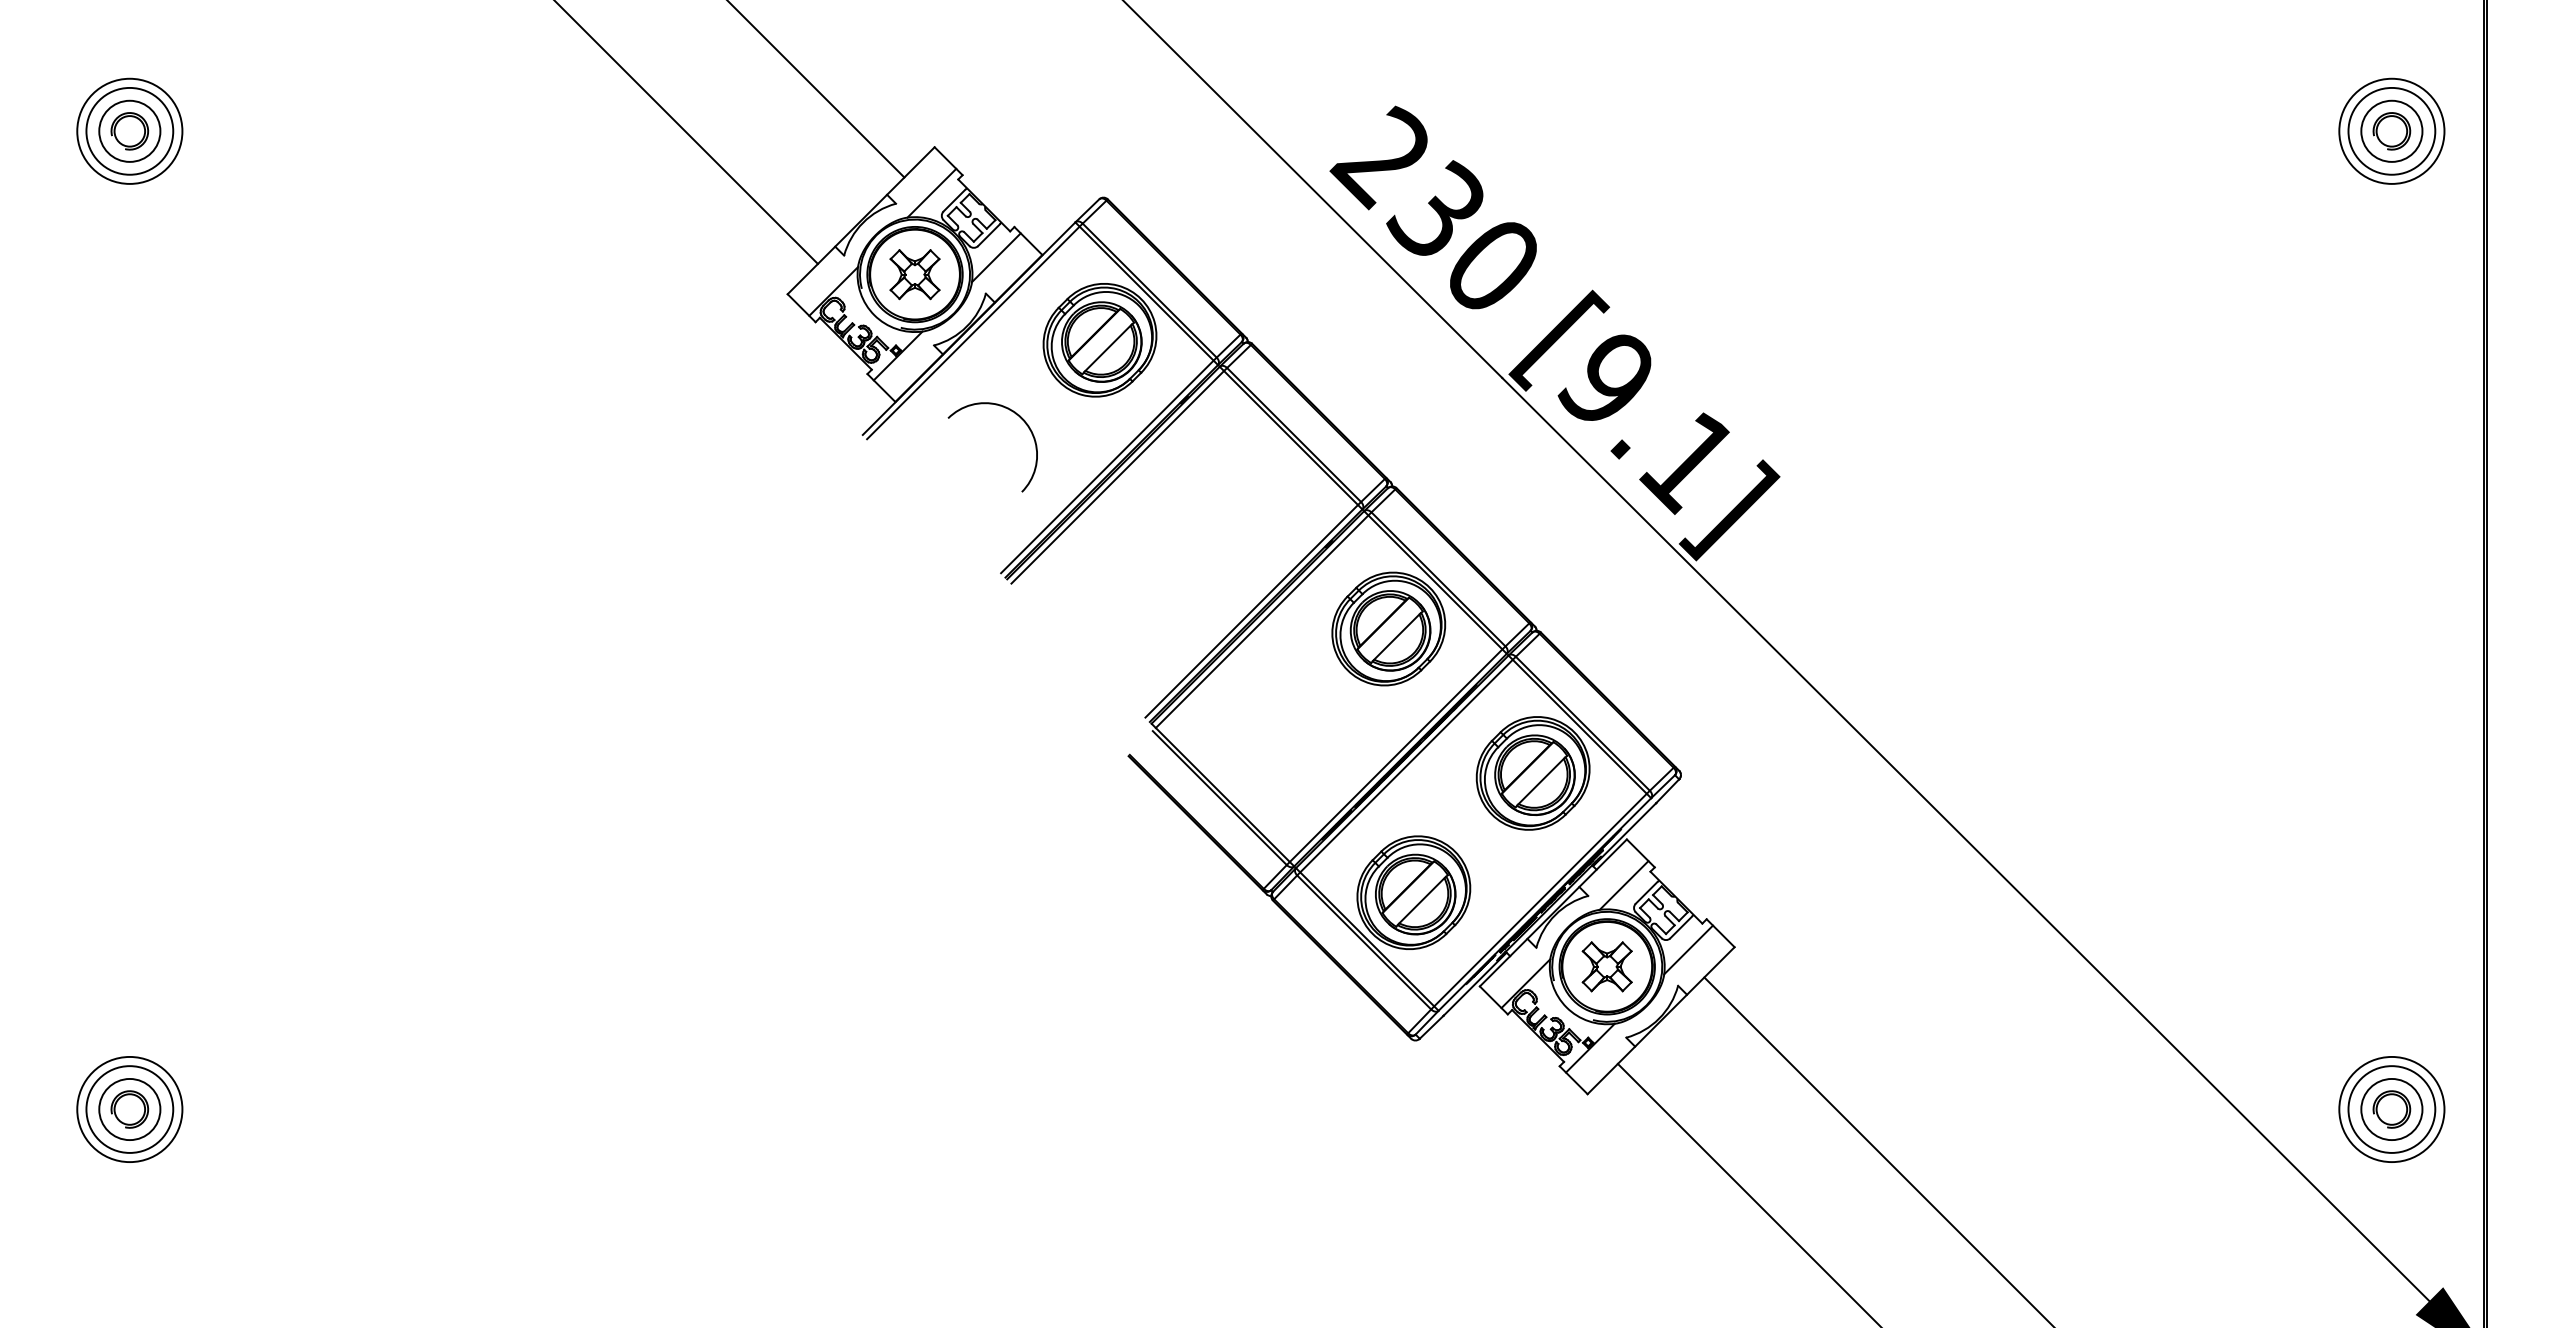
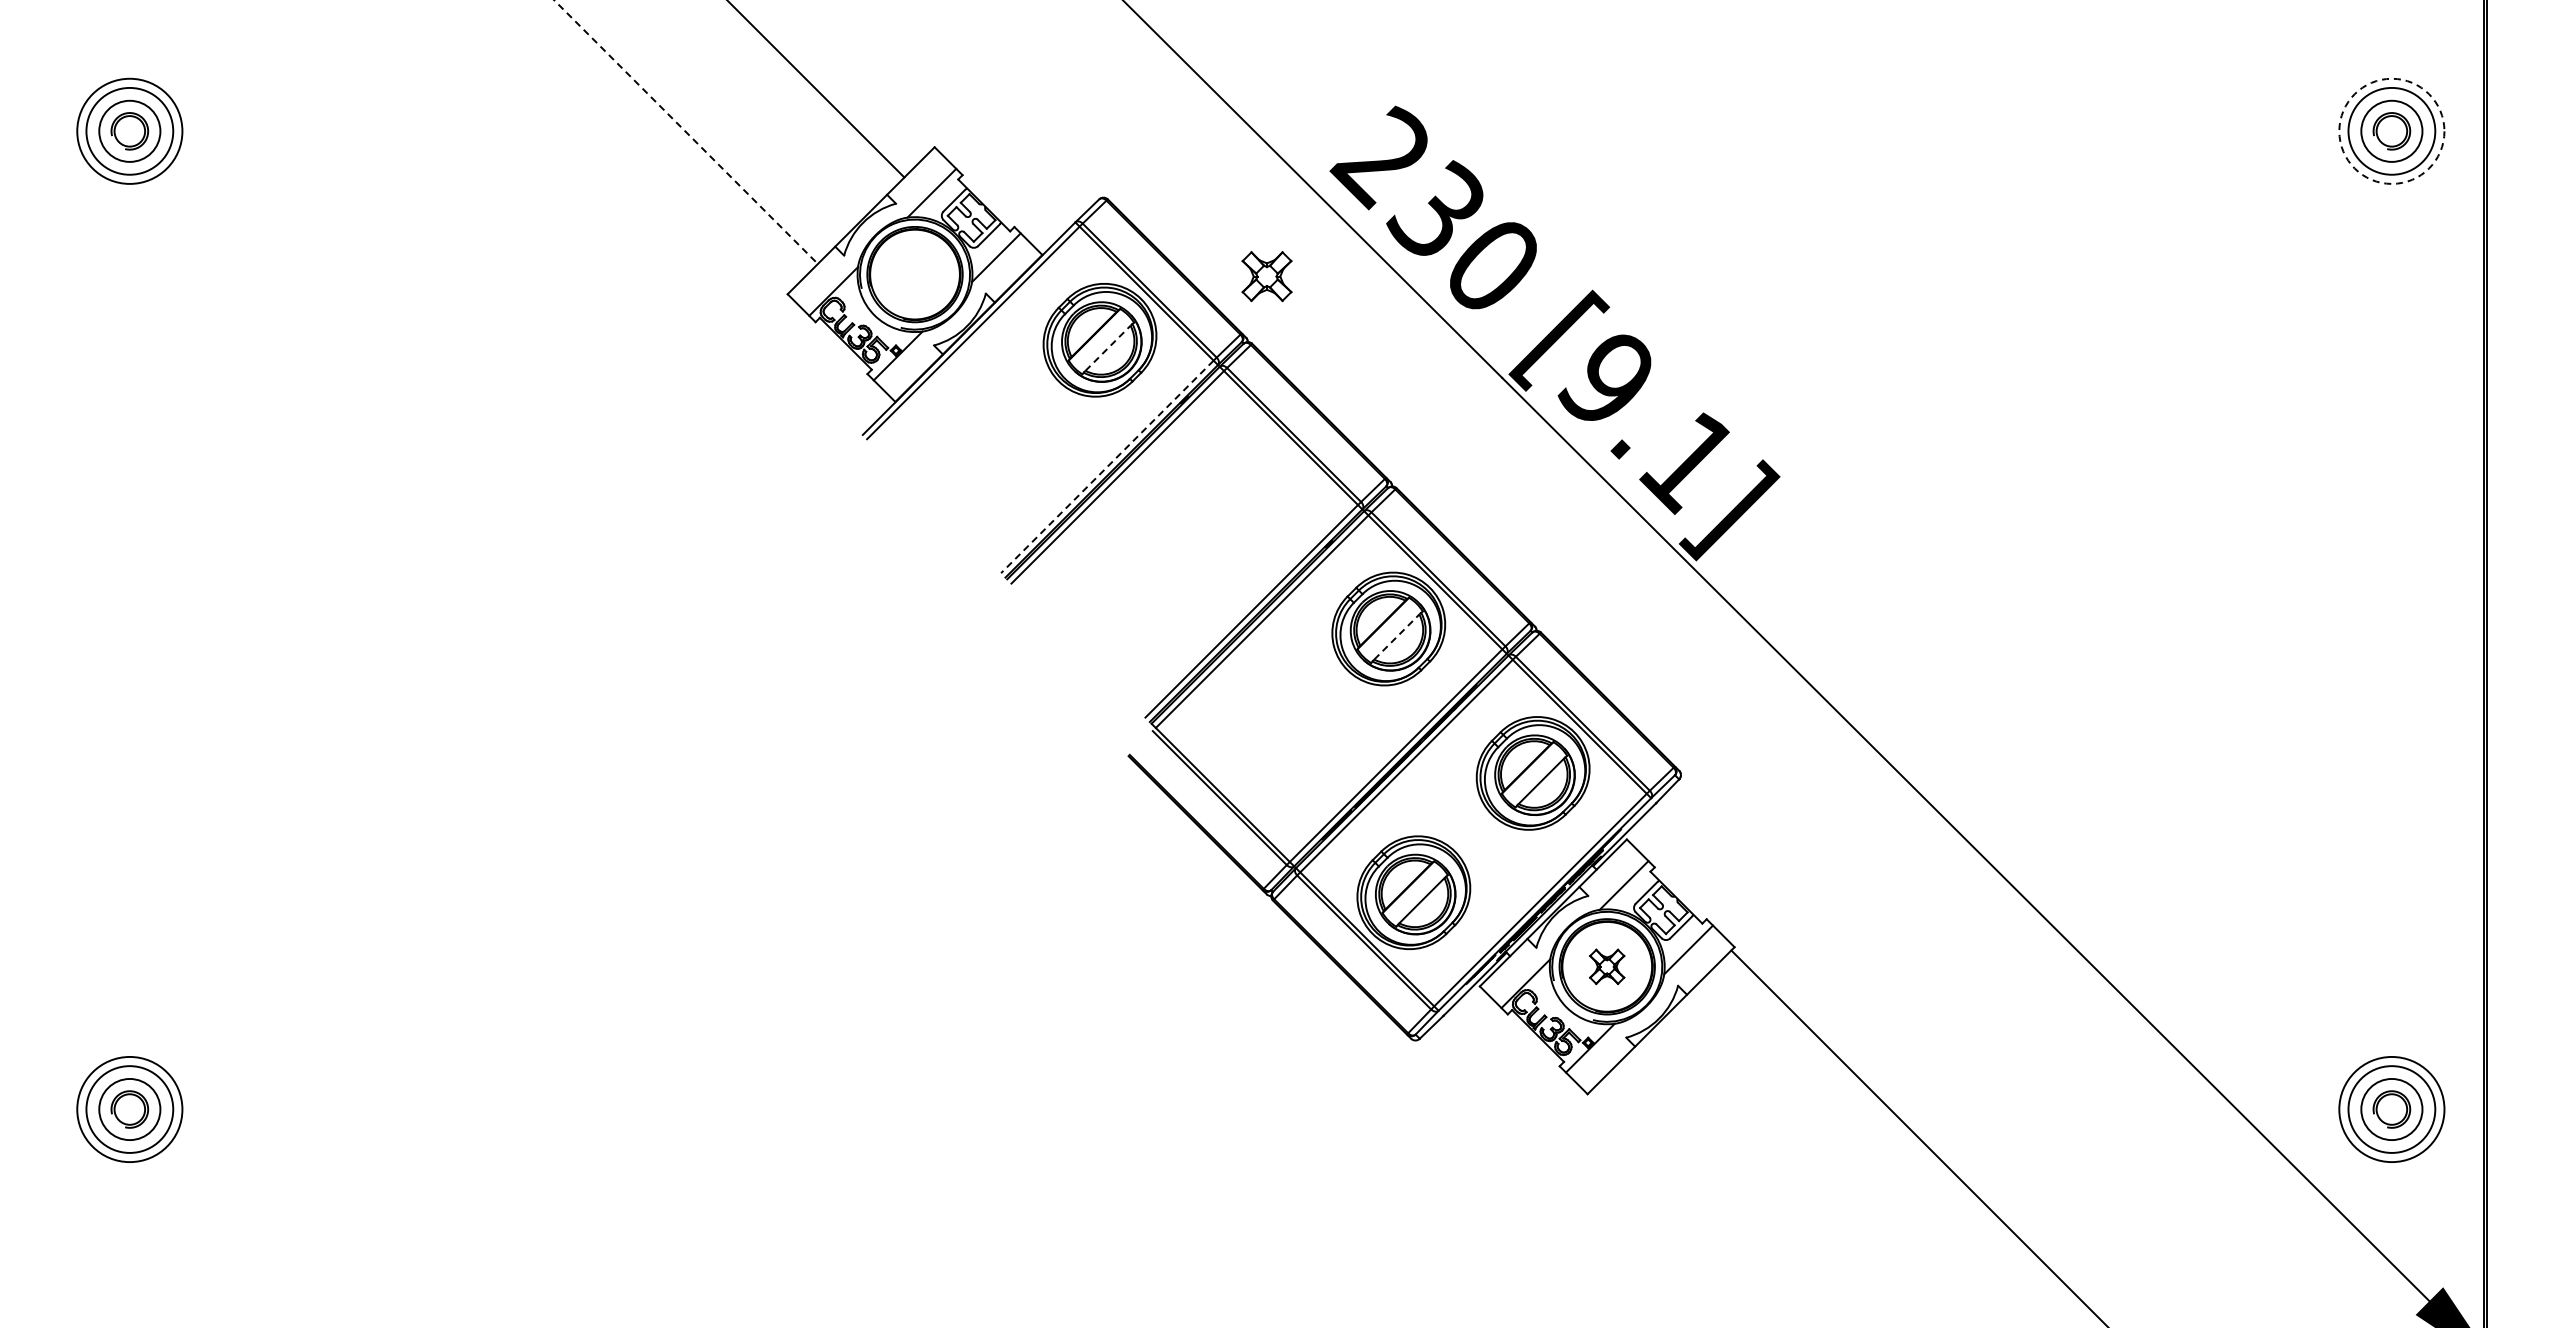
circle at (2391, 130): solid -> dashed
line at (686, 132): solid -> dashed
part at (914, 274) position: (914, 274) -> (1266, 276)
line at (1108, 348): solid -> dashed
arc at (1015, 414): present -> none
line at (1107, 467): solid -> dashed
line at (1396, 637): solid -> dashed
part at (1606, 966) size: 52x52 px -> 37x38 px
line at (1877, 1150) position: (1877, 1150) -> (1918, 1137)
line at (1747, 1193): present -> none
